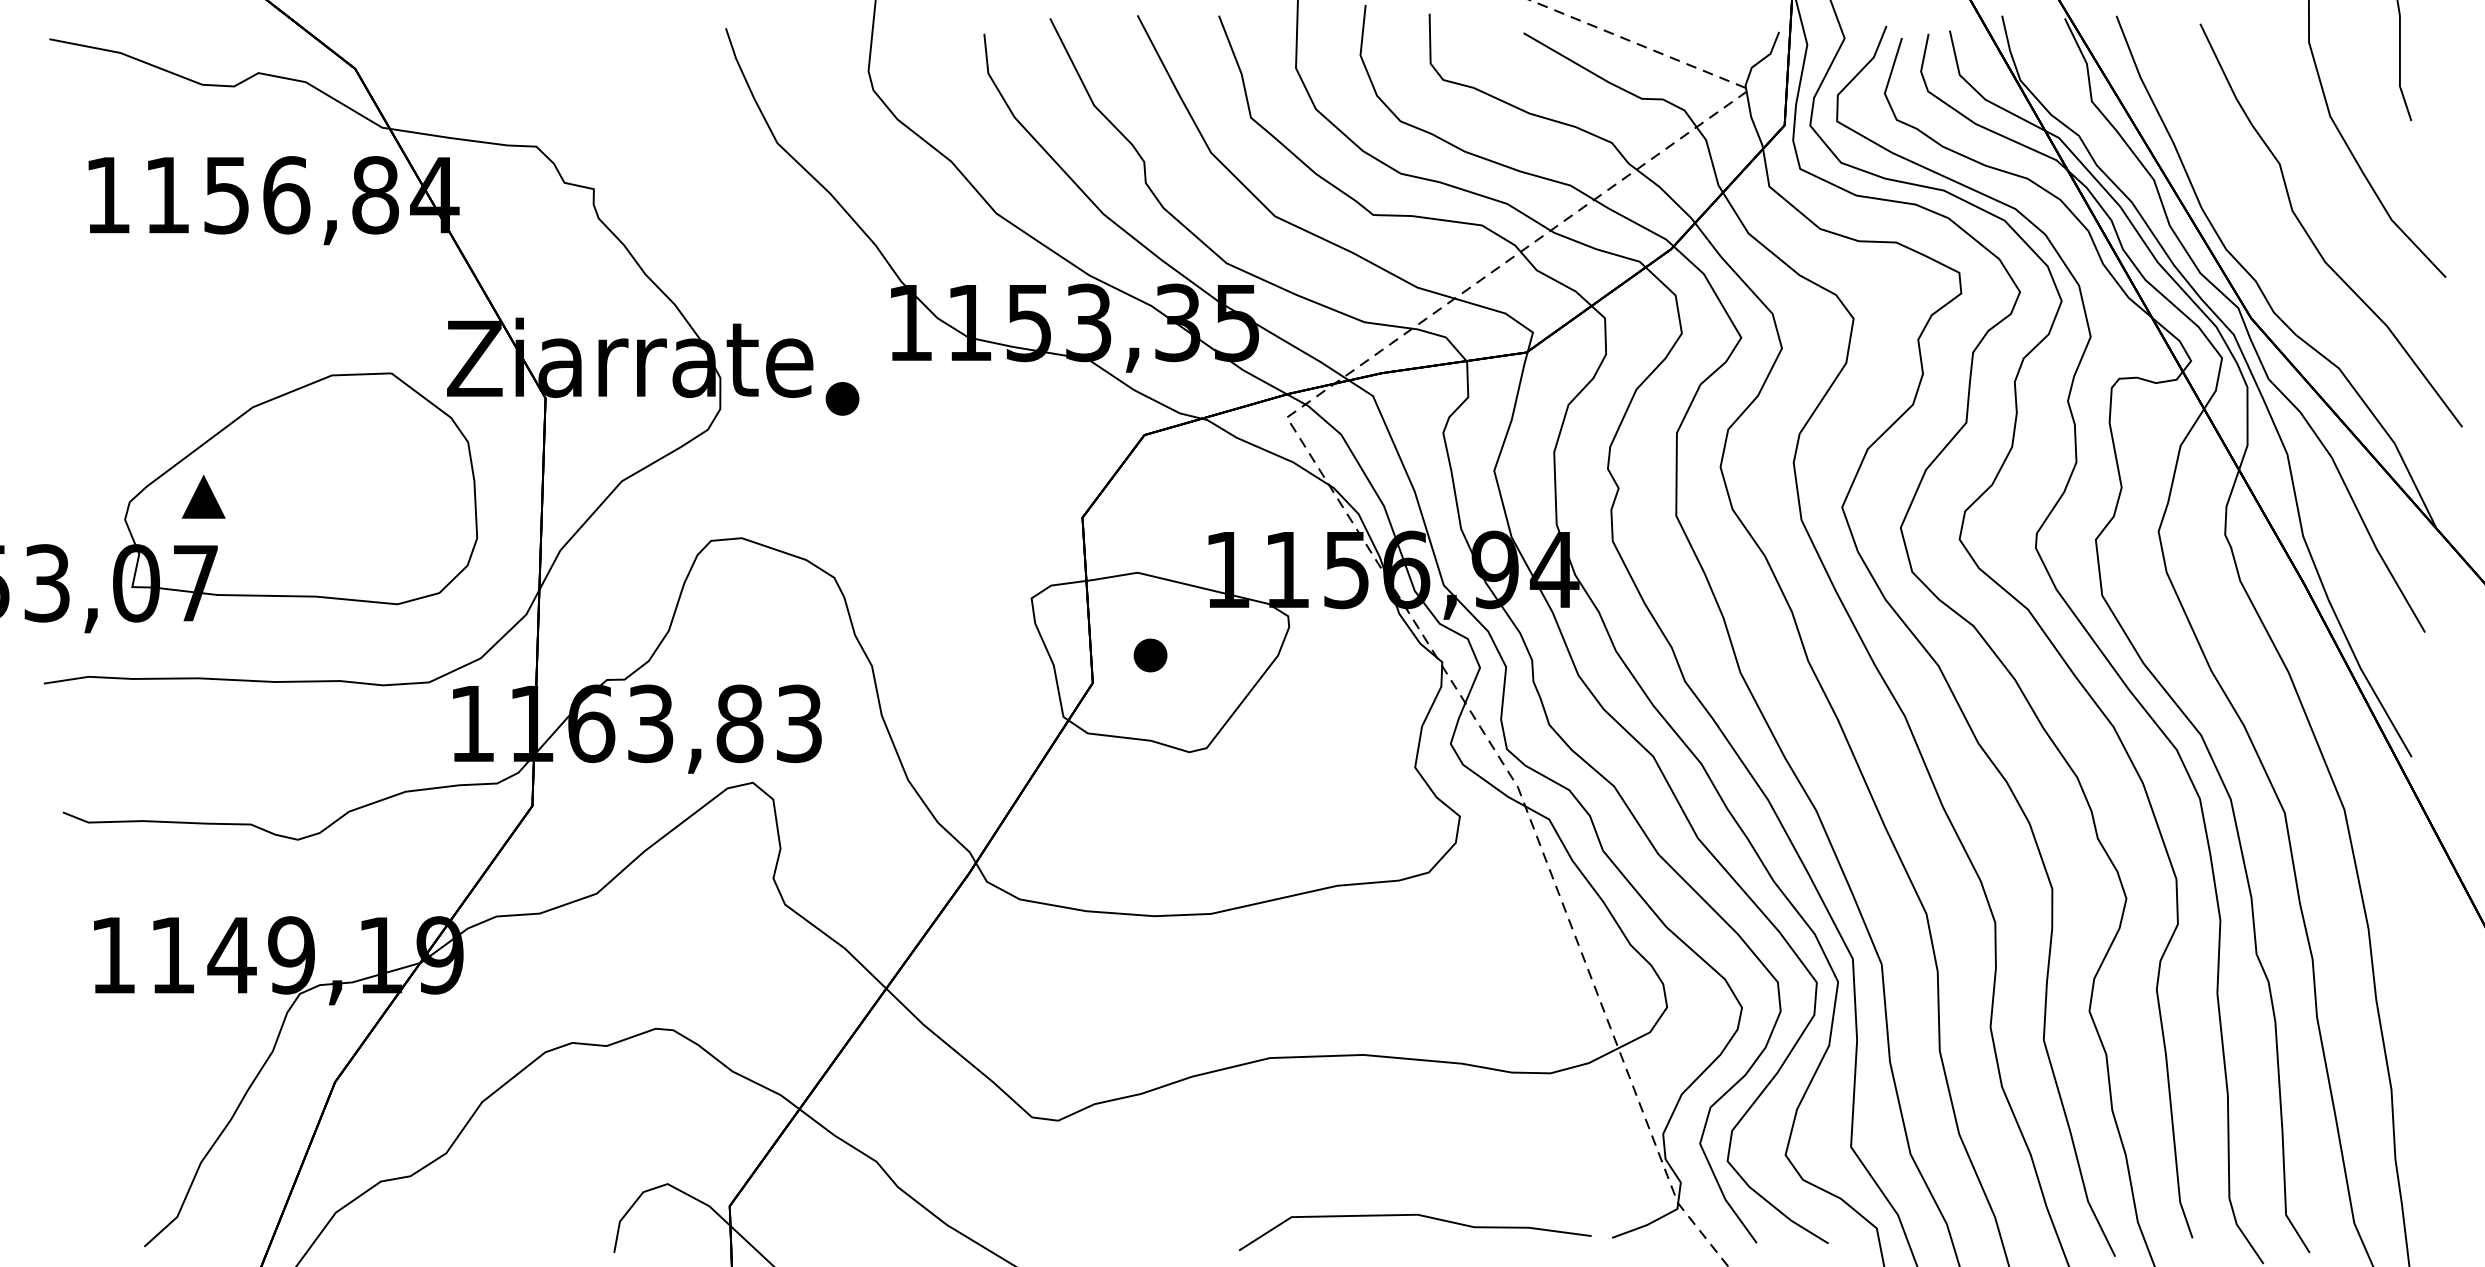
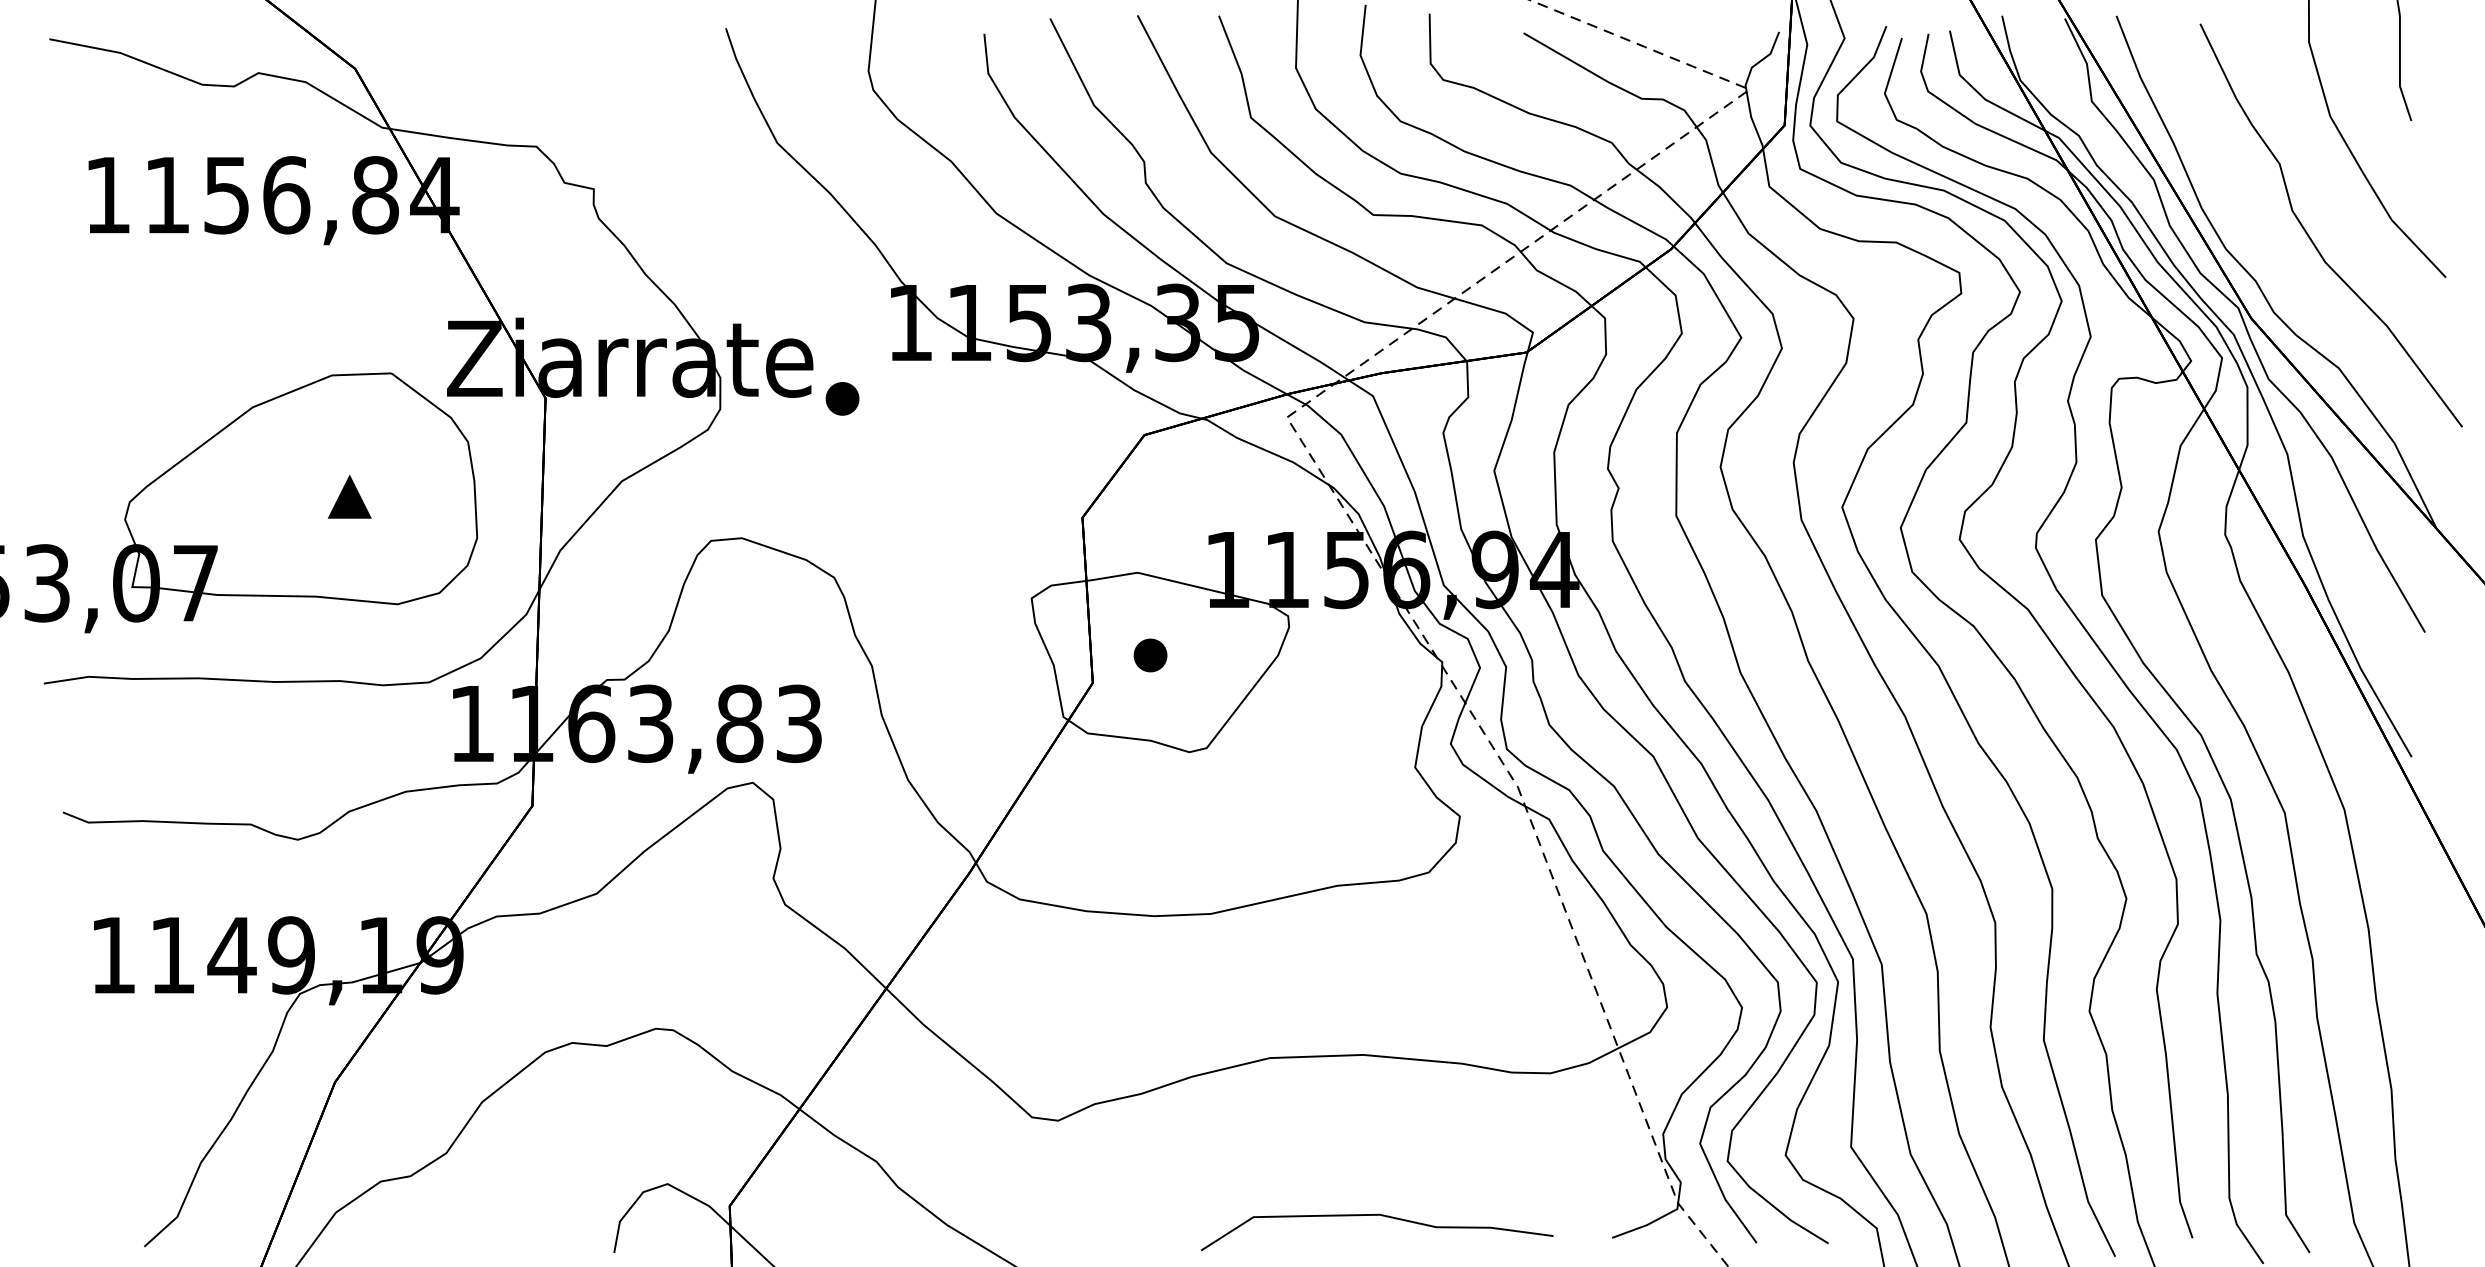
part at (203, 496) position: (203, 496) -> (349, 496)
curve at (1414, 1215) position: (1414, 1215) -> (1376, 1215)
